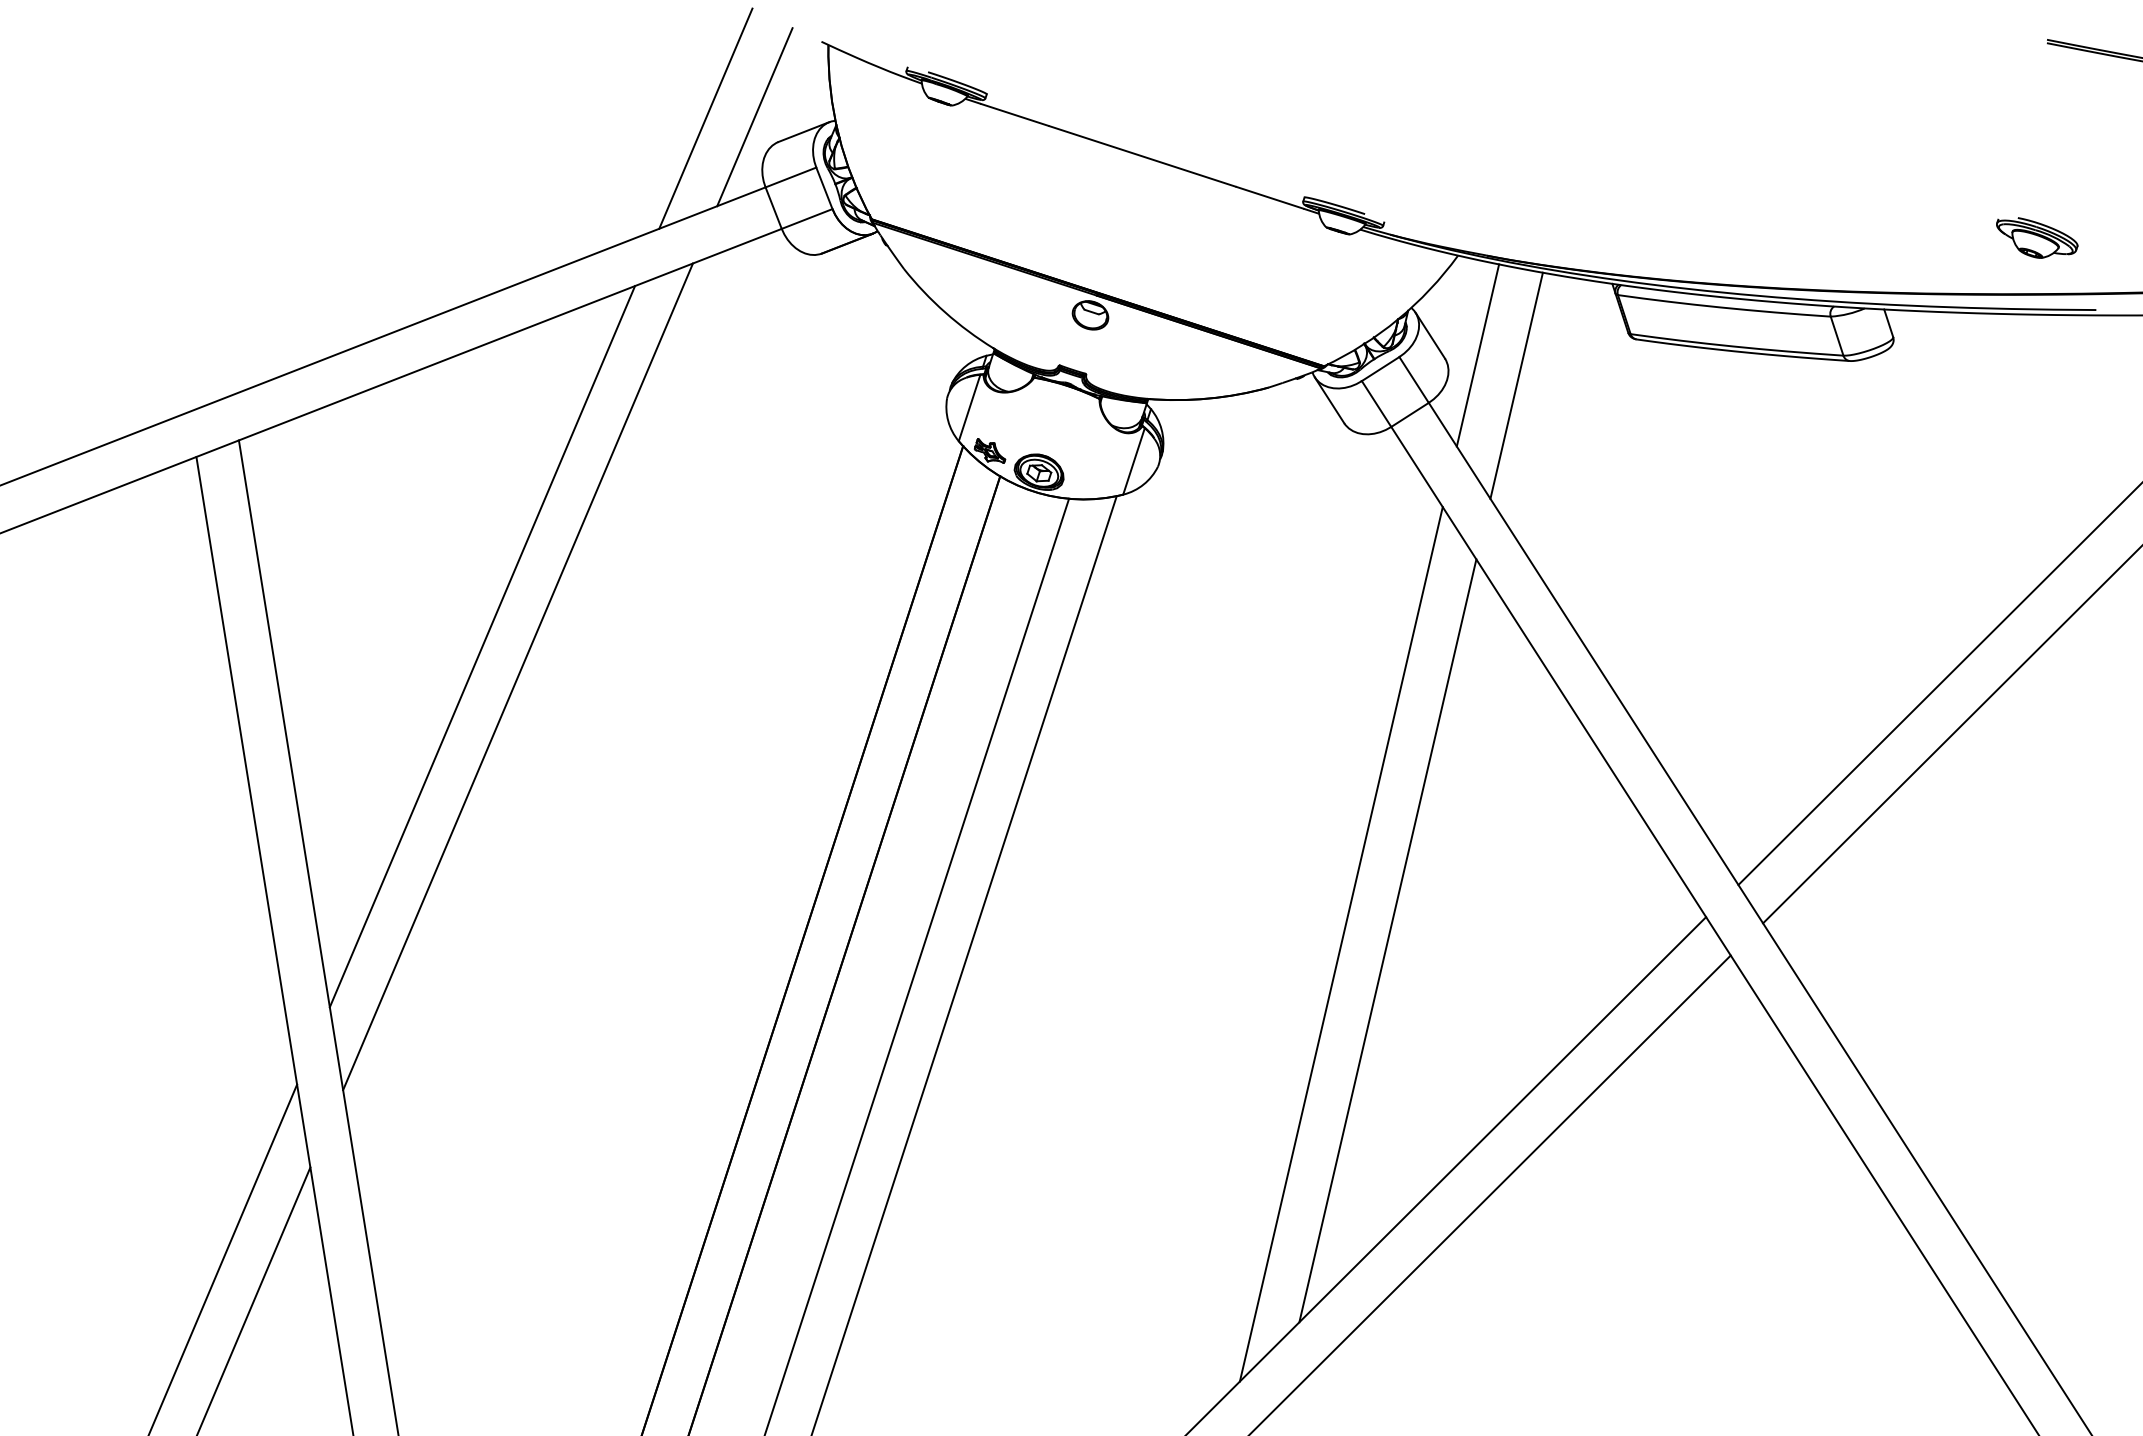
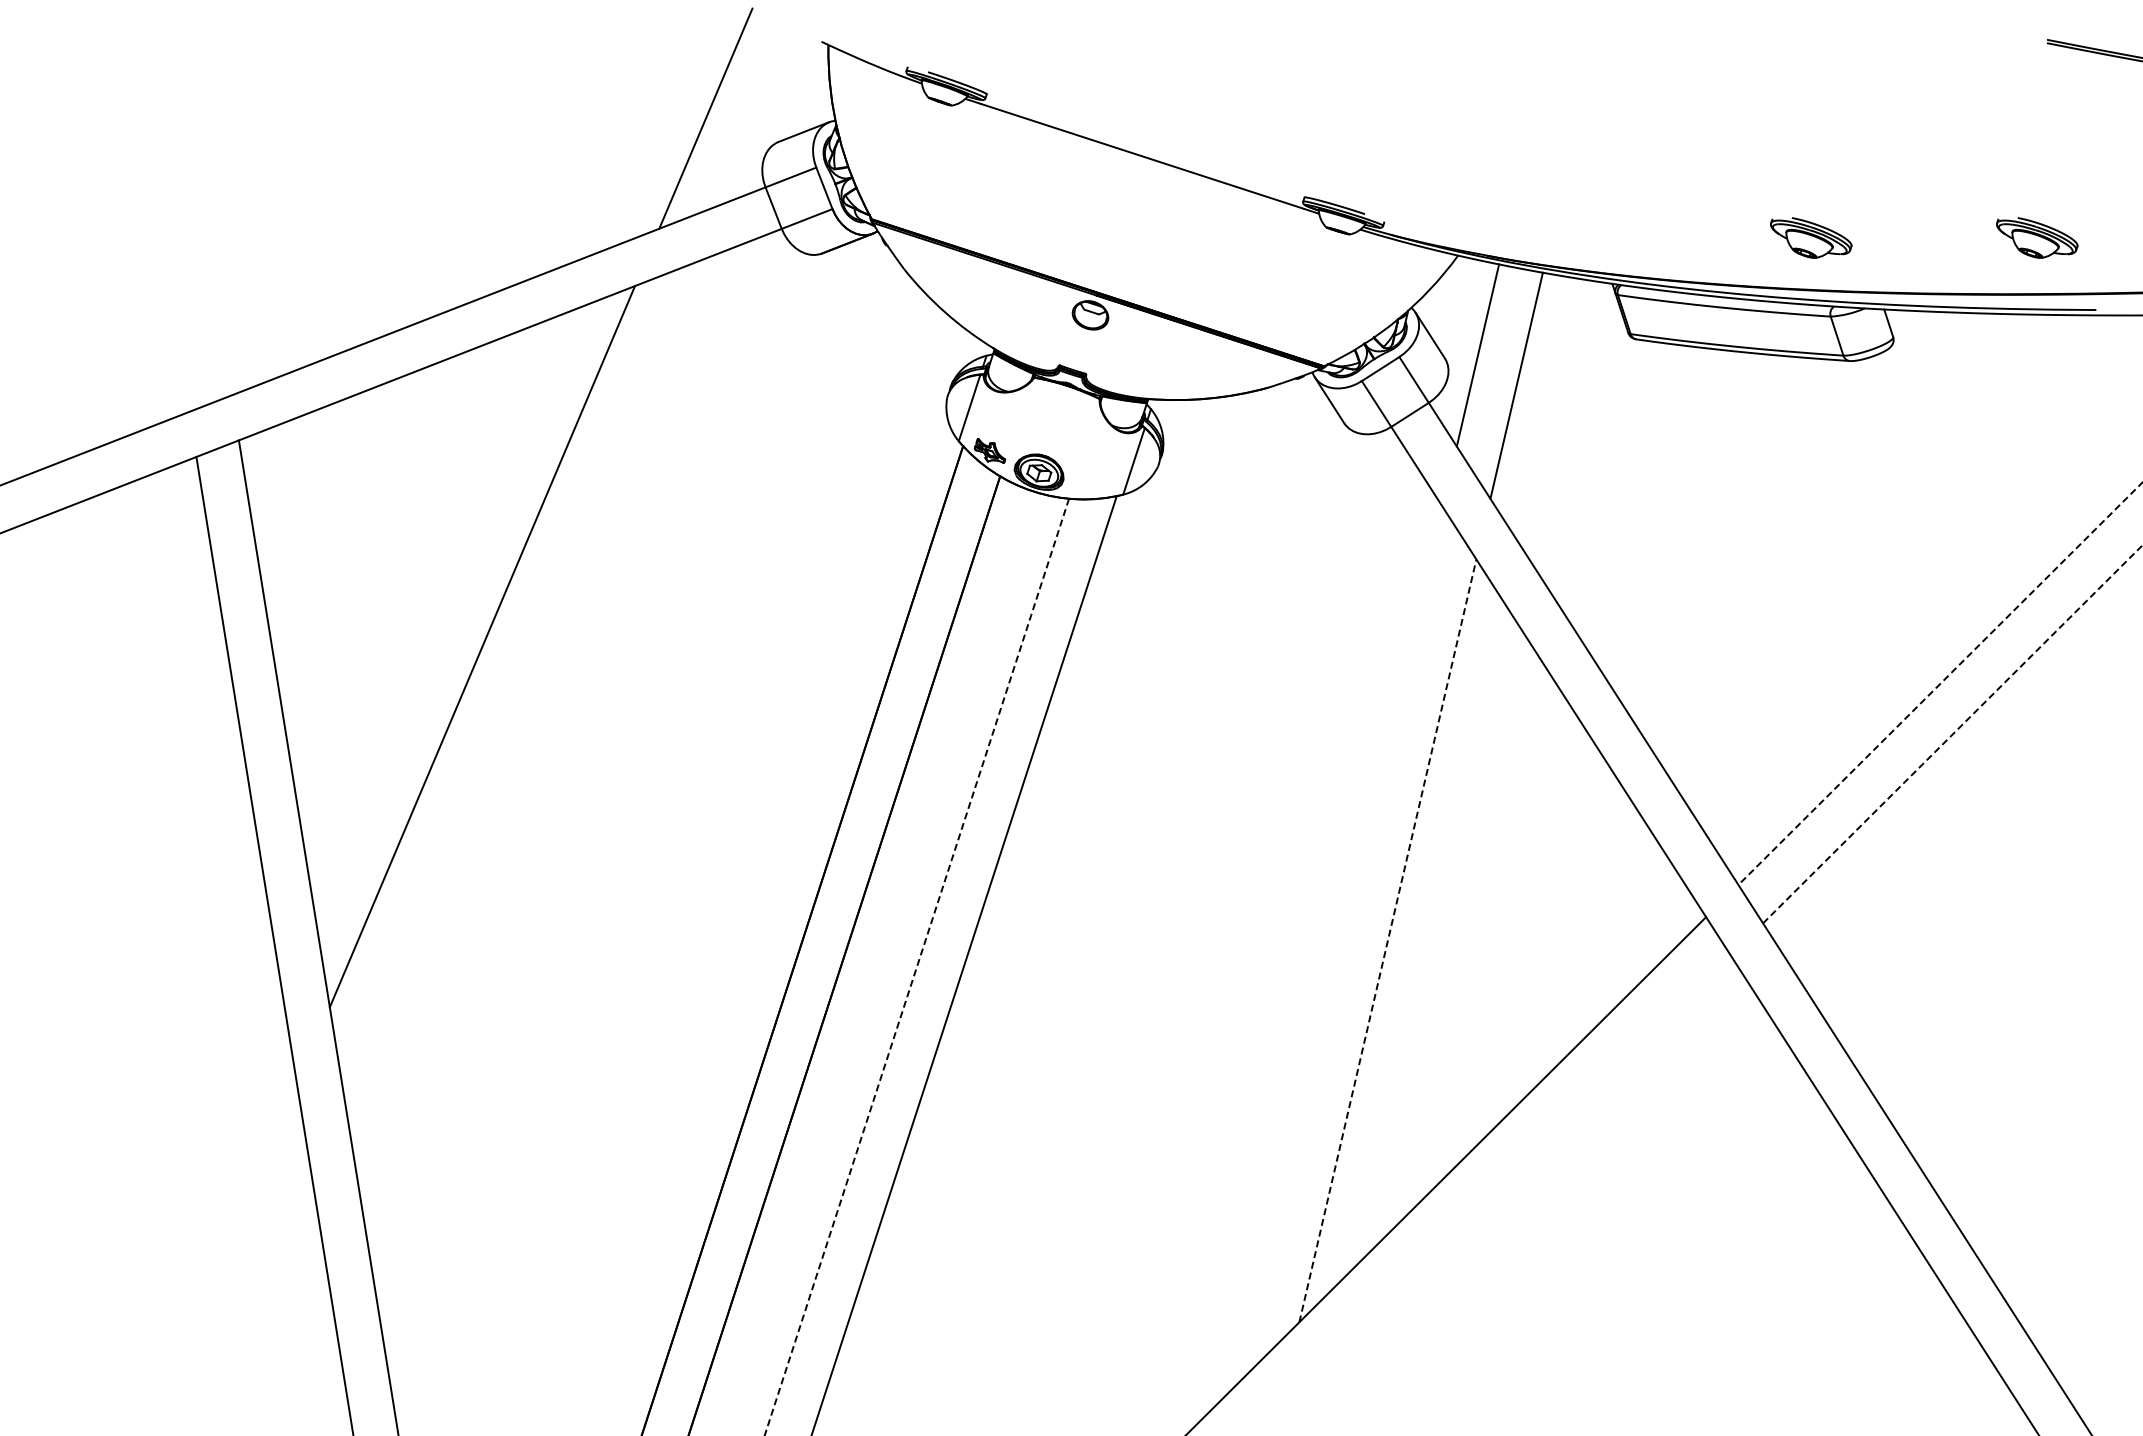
line at (754, 117): present -> none
part at (1811, 237): none -> present
line at (517, 676): present -> none
line at (1940, 683): solid -> dashed
line at (1952, 734): solid -> dashed
line at (1387, 940): solid -> dashed
line at (1340, 944): present -> none
line at (916, 967): solid -> dashed
line at (1490, 1193): present -> none
line at (223, 1258): present -> none
line at (254, 1299): present -> none
